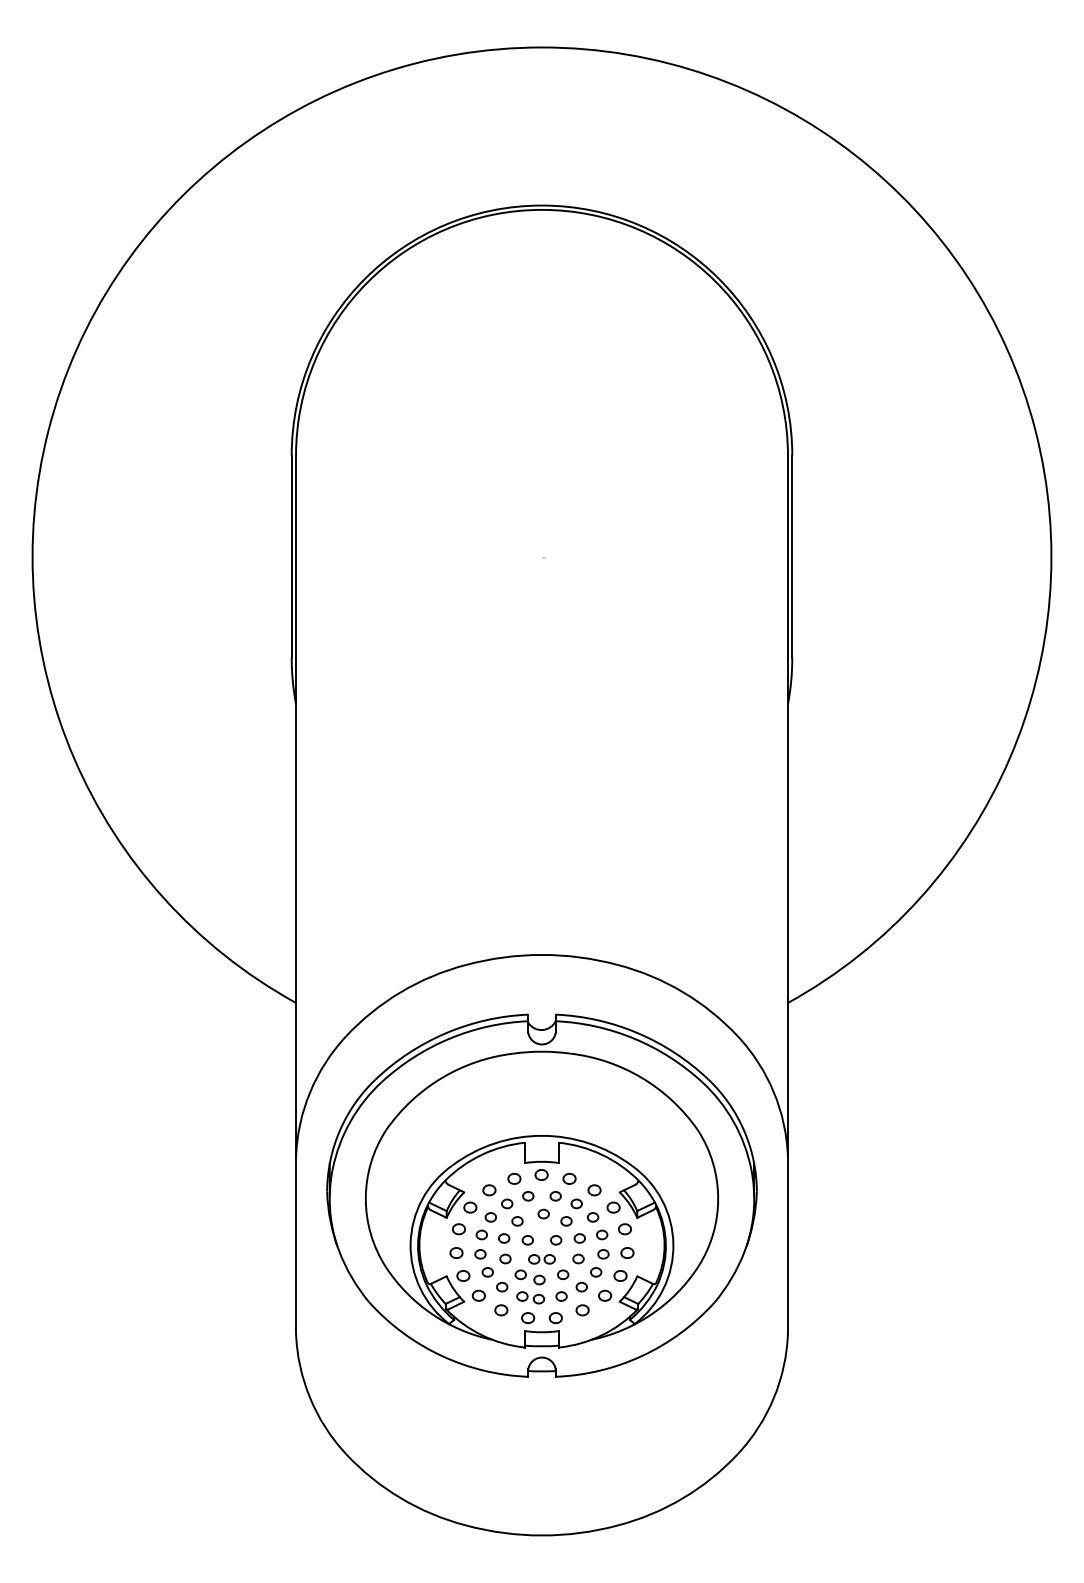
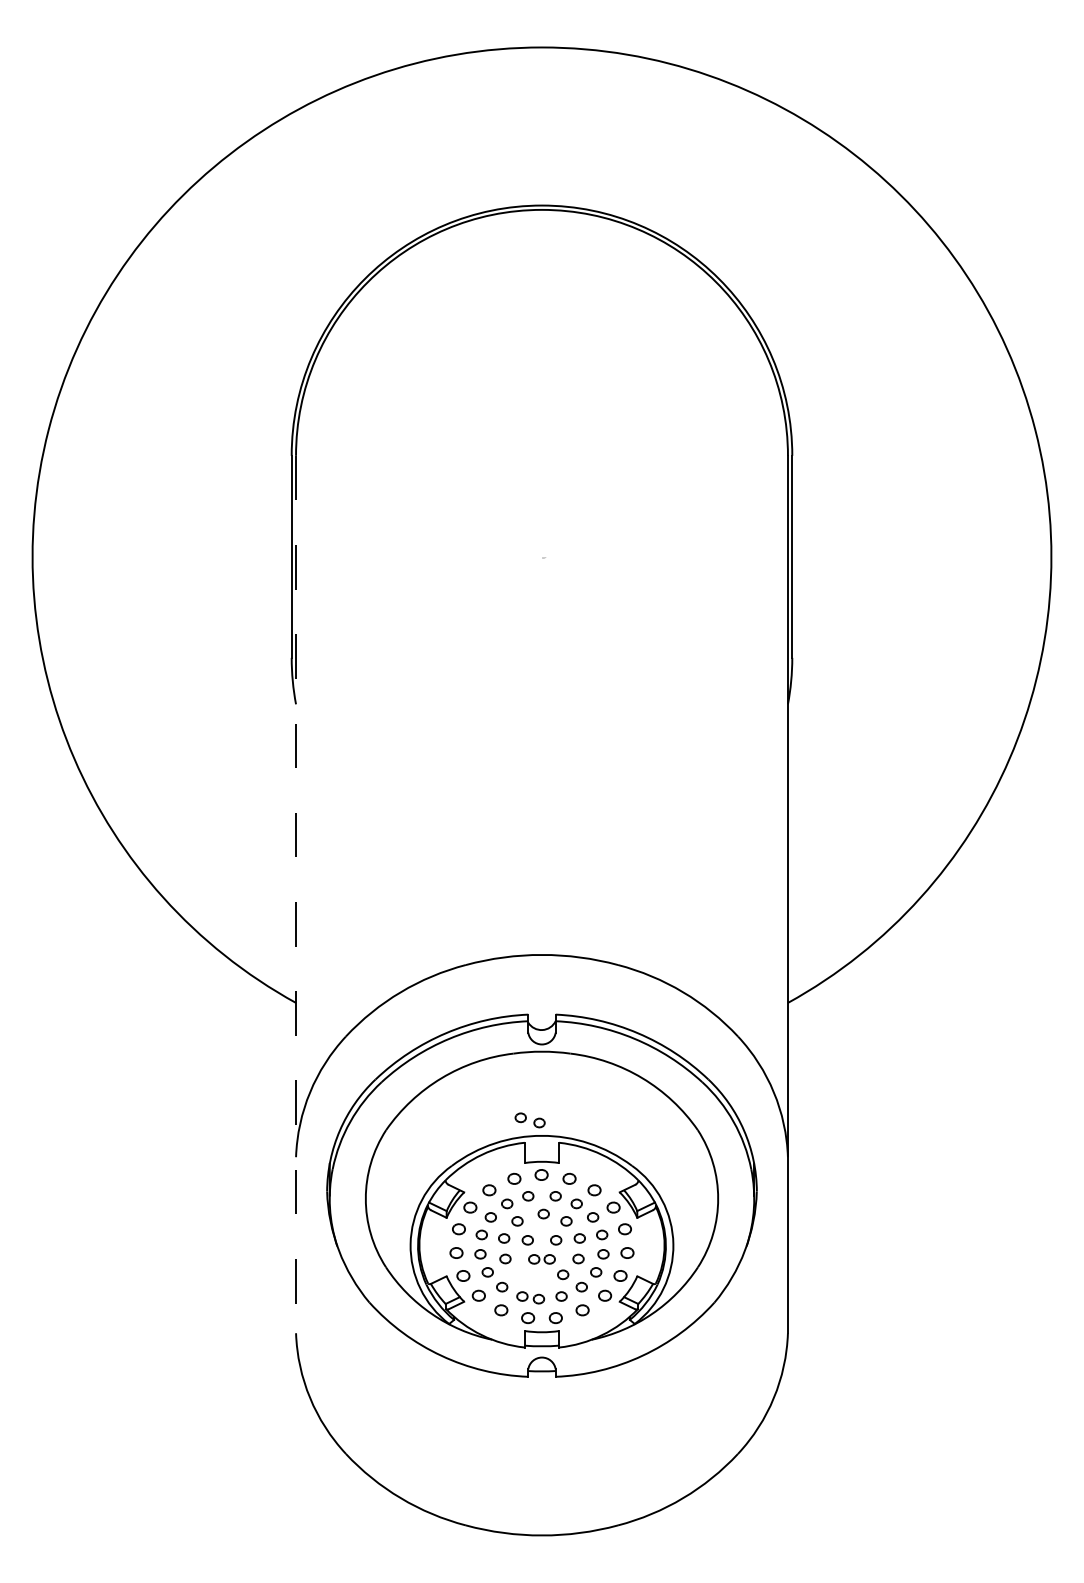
line at (296, 894): solid -> dashed
part at (529, 1277) position: (529, 1277) -> (529, 1120)
